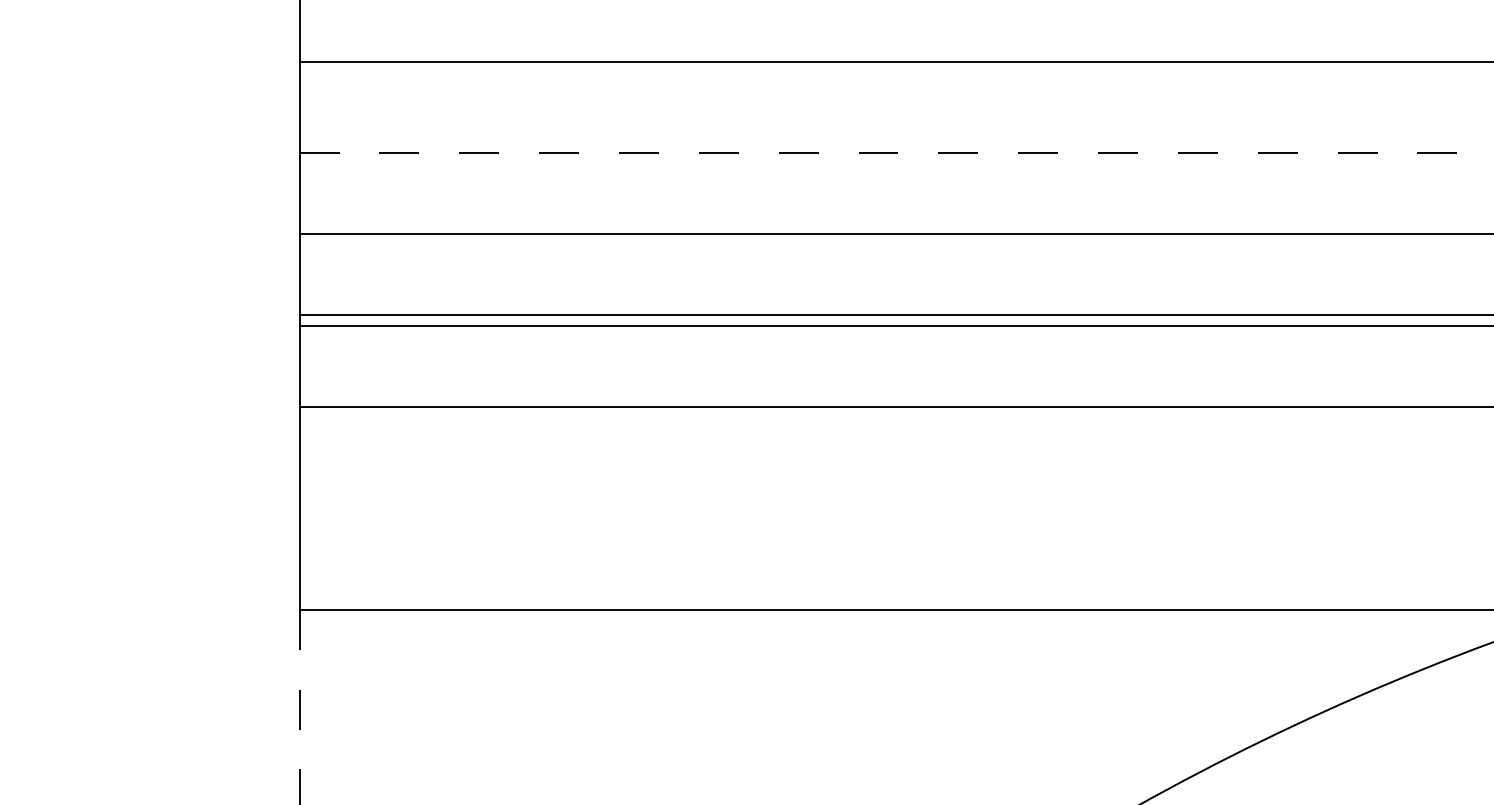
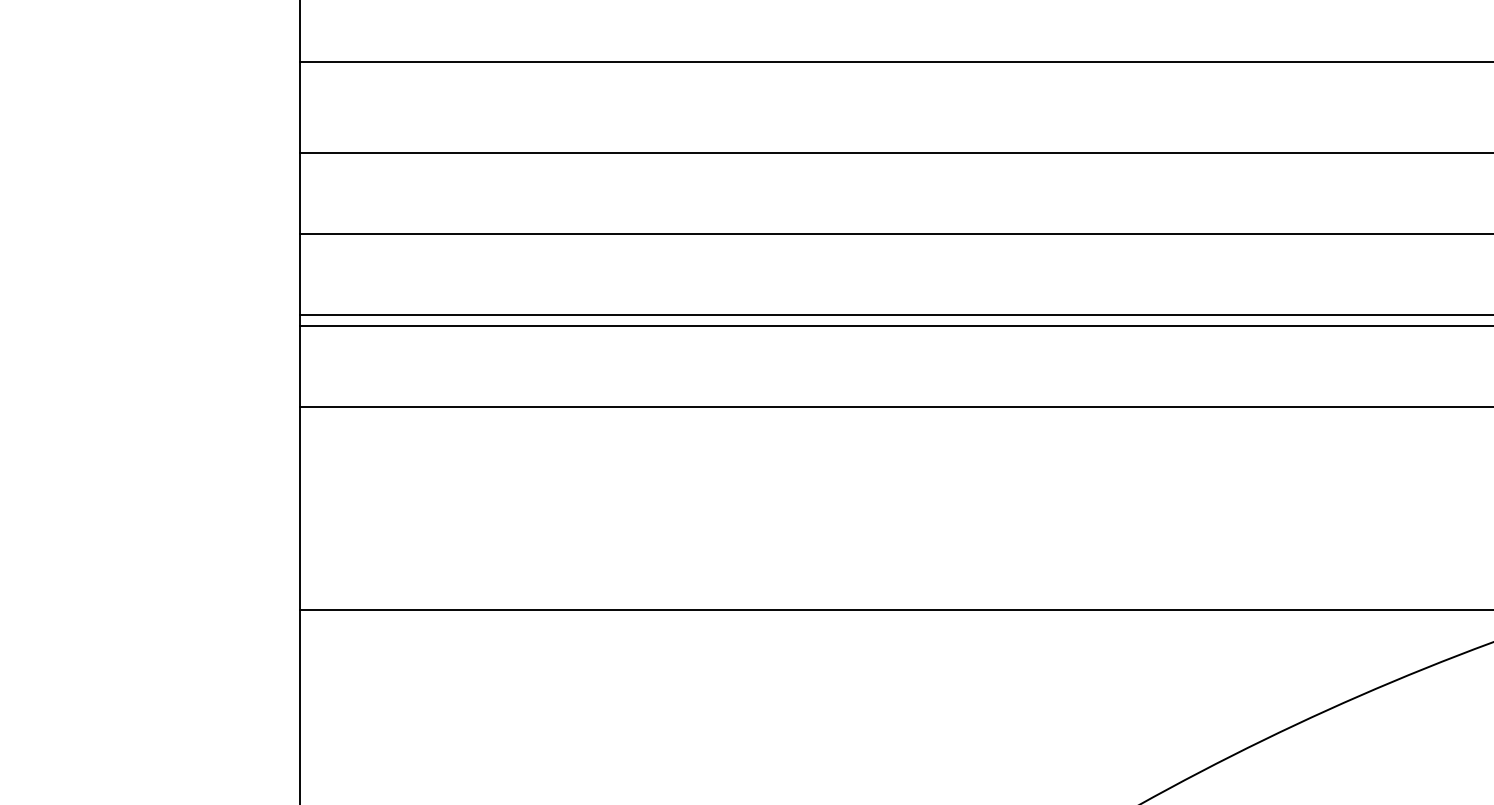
line at (896, 153): dashed -> solid
line at (299, 707): dashed -> solid
